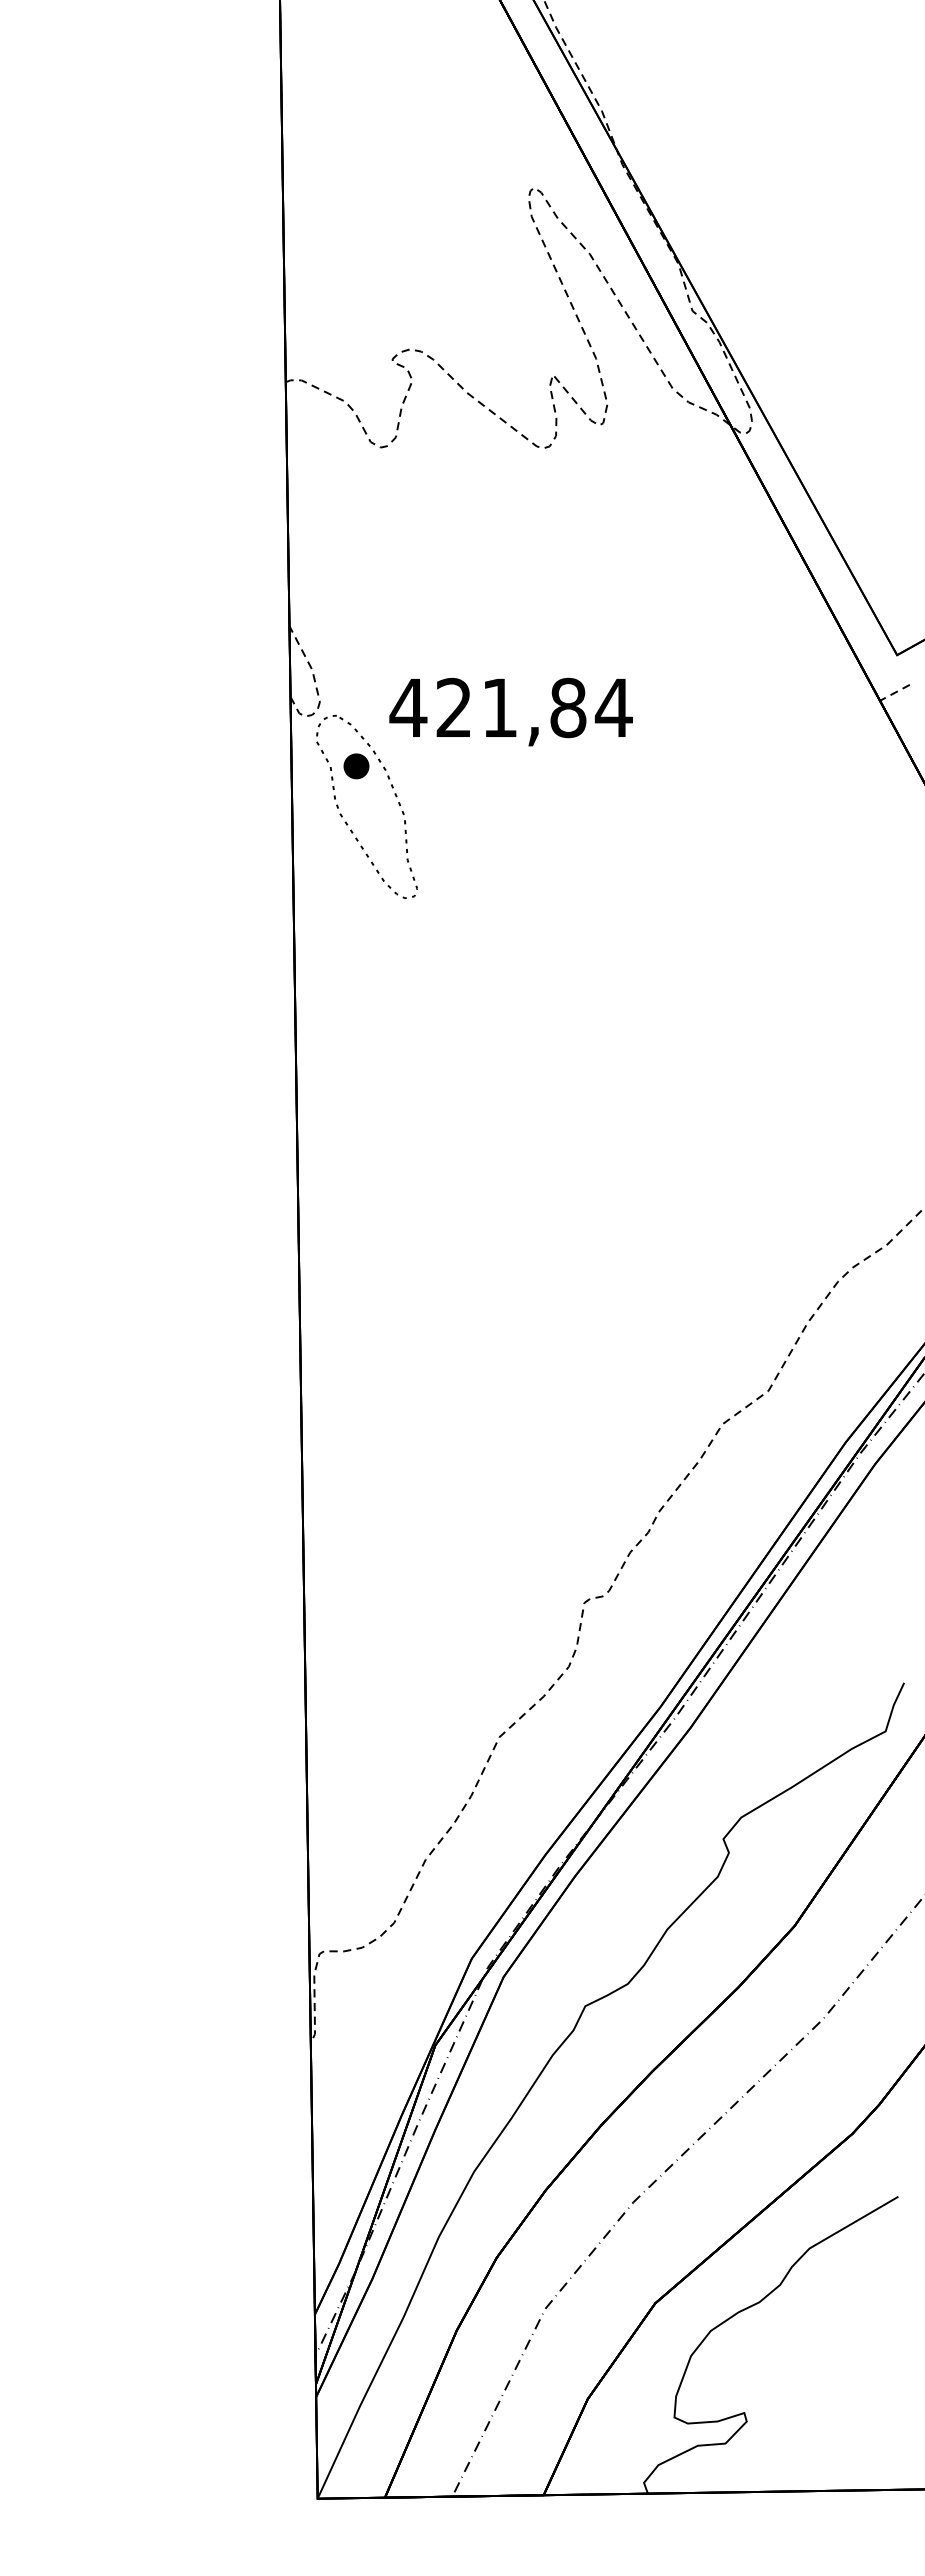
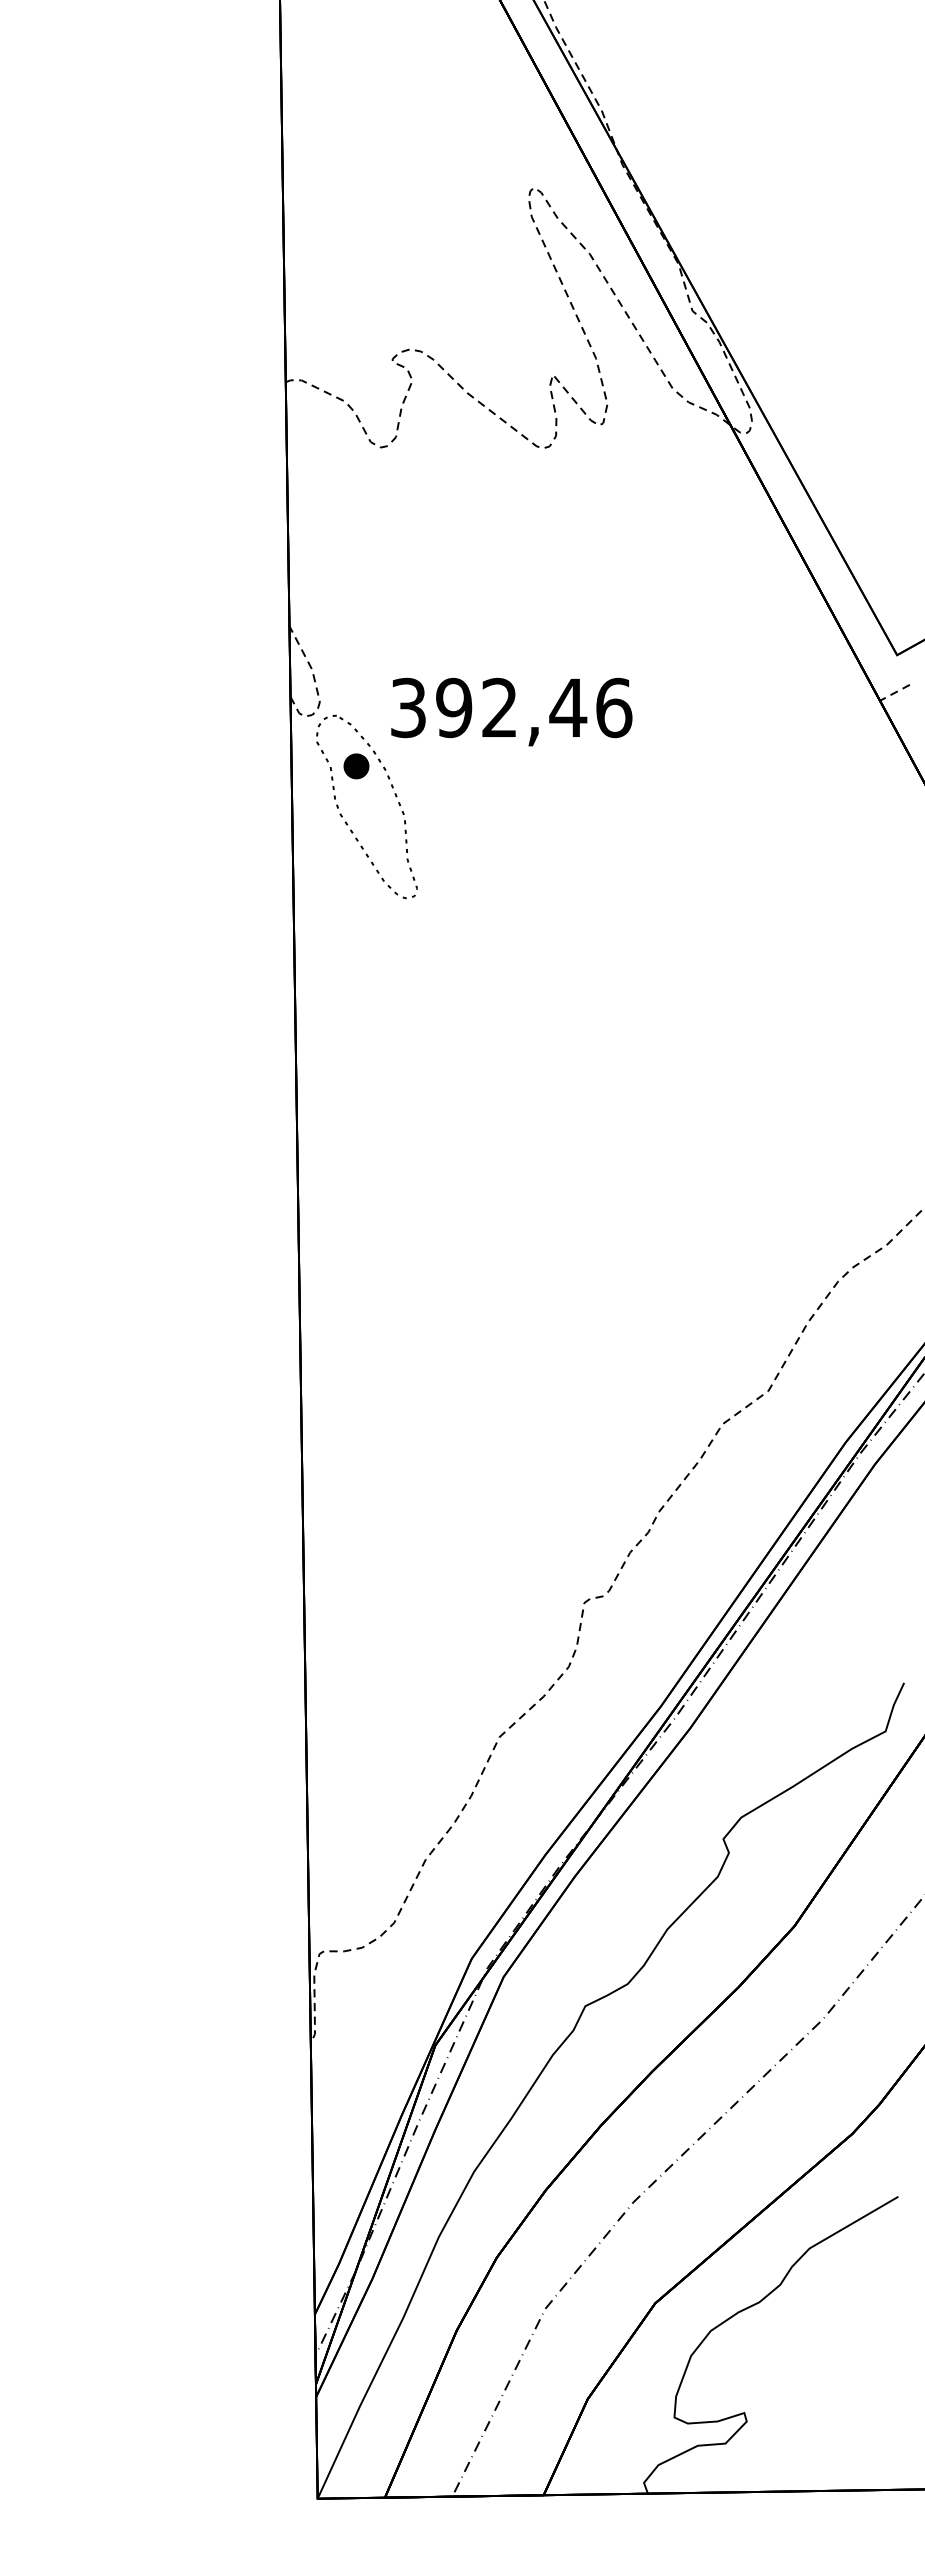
text at (510, 707): 421,84 -> 392,46
